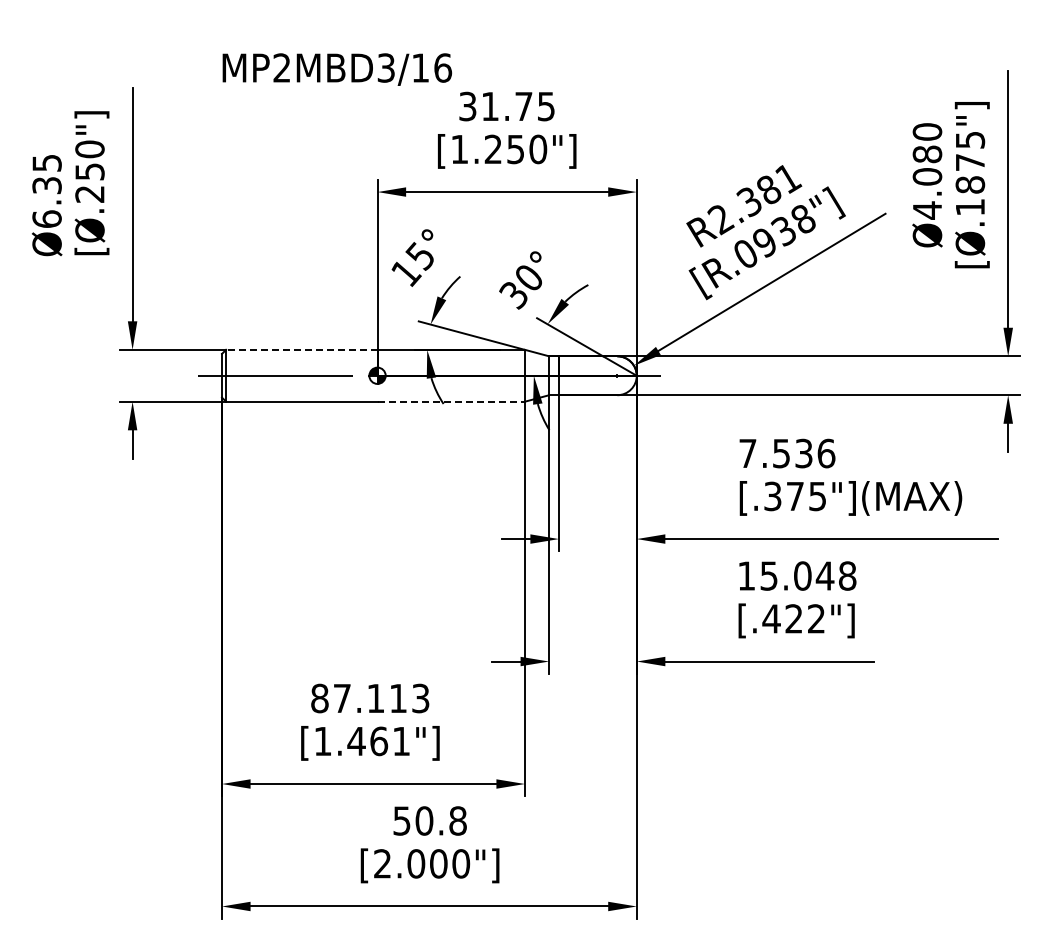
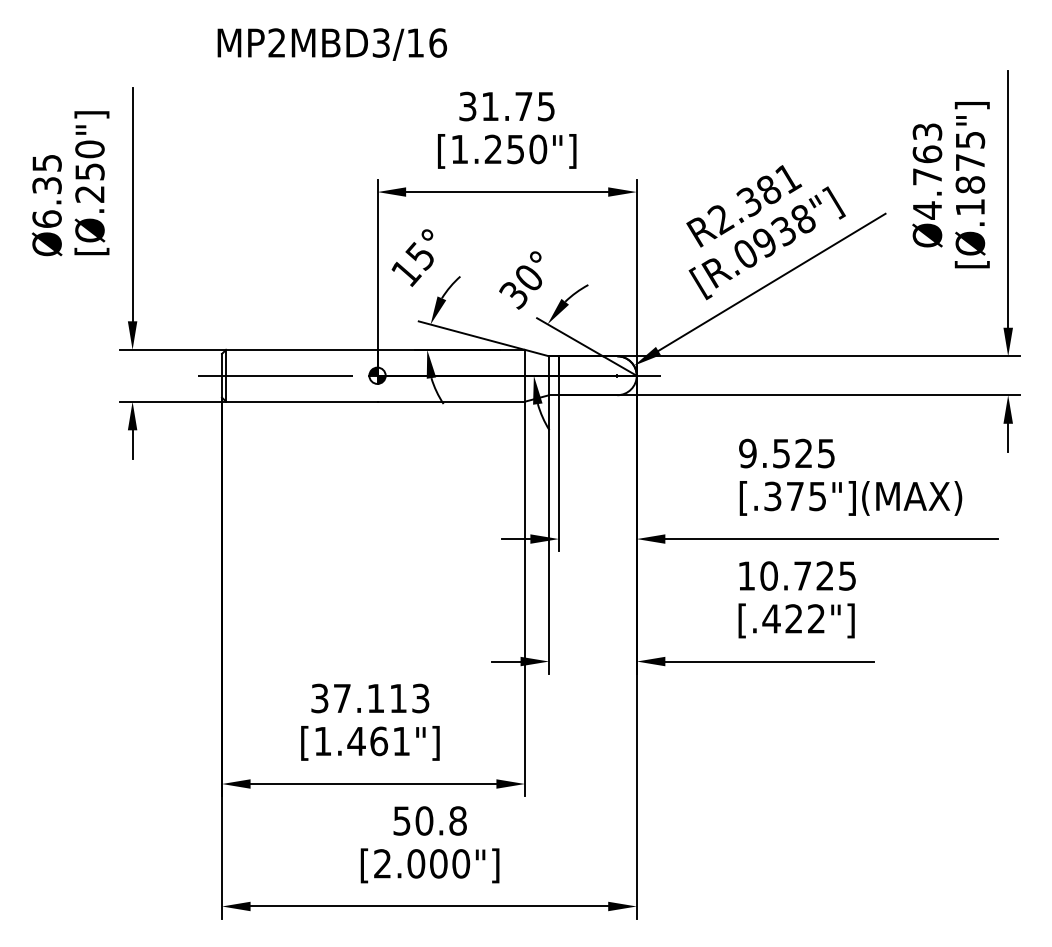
text at (337, 69) position: (337, 69) -> (332, 44)
text at (927, 154): Ø4.080 -> Ø4.763
line at (301, 349): dashed -> solid
line at (451, 401): dashed -> solid
text at (787, 453): 7.536 -> 9.525
text at (808, 575): 15.048 -> 10.725
text at (319, 698): 87.113 -> 37.113
